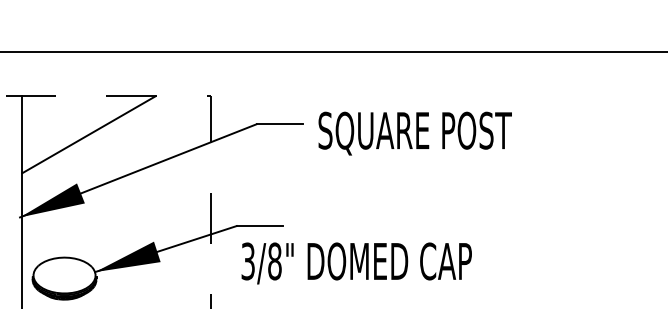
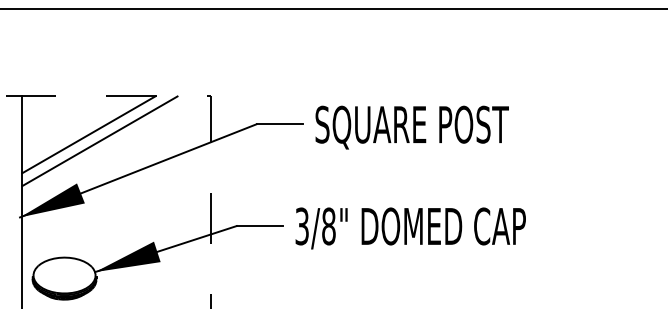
line at (333, 52) position: (333, 52) -> (333, 9)
text at (414, 133) position: (414, 133) -> (411, 127)
line at (99, 141): none -> present
text at (356, 263) position: (356, 263) -> (410, 228)
